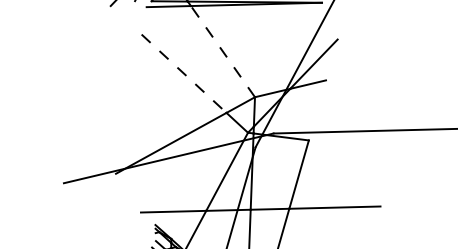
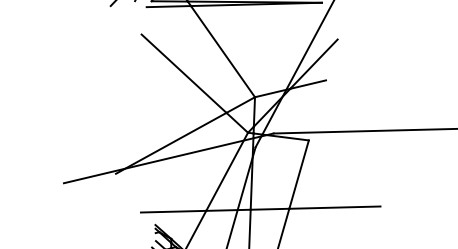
line at (222, 51): dashed -> solid
line at (184, 73): dashed -> solid
